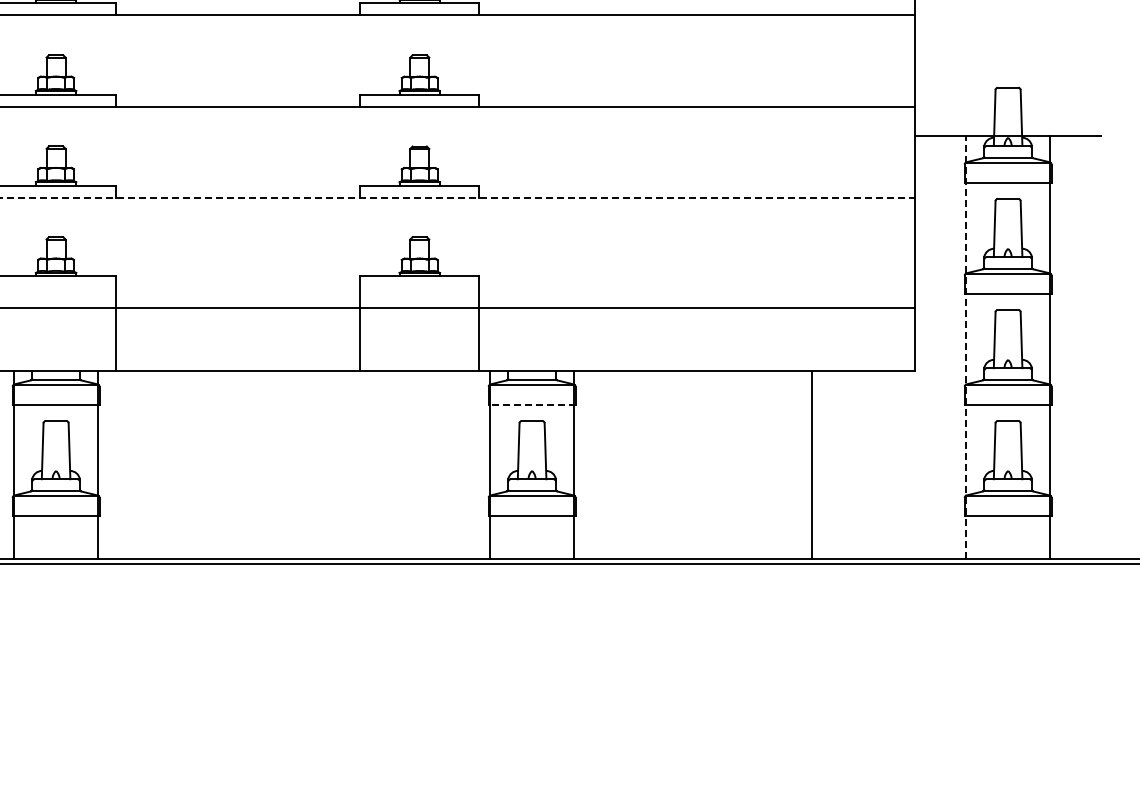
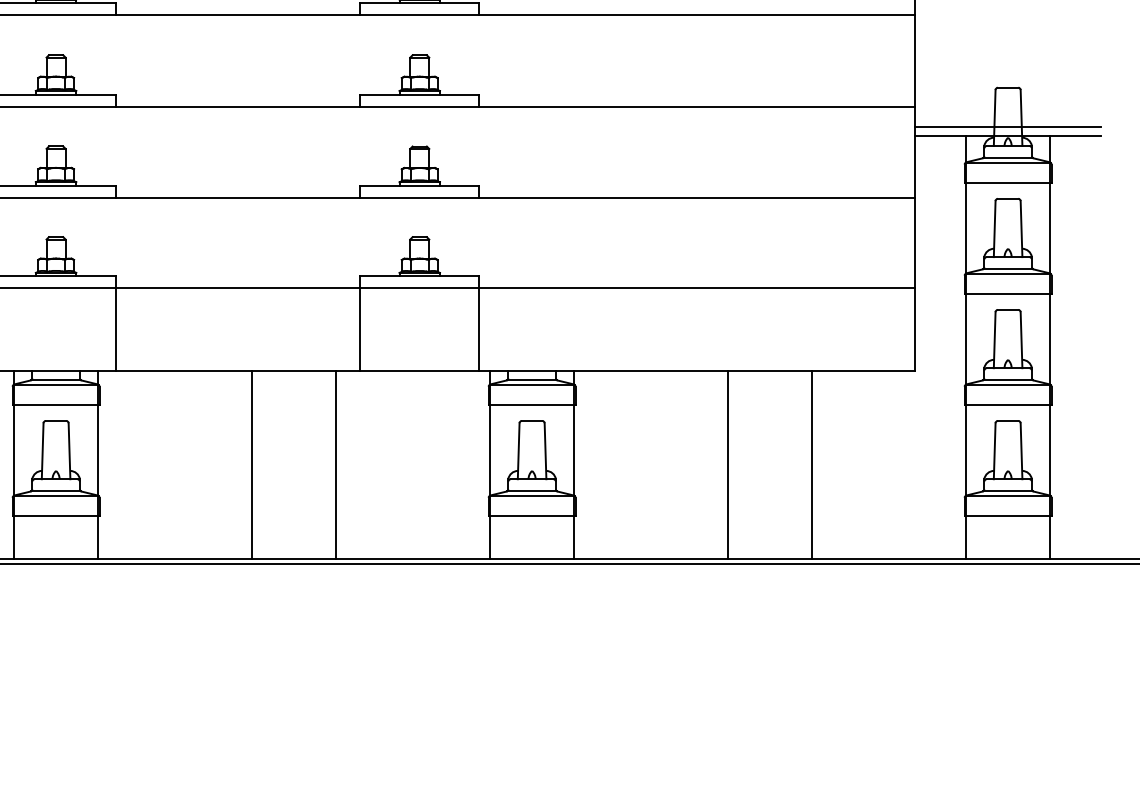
line at (1007, 127): none -> present
line at (458, 197): dashed -> solid
line at (458, 307) position: (458, 307) -> (458, 287)
line at (966, 347): dashed -> solid
line at (531, 405): dashed -> solid
line at (252, 464): none -> present
line at (335, 464): none -> present
line at (728, 464): none -> present
